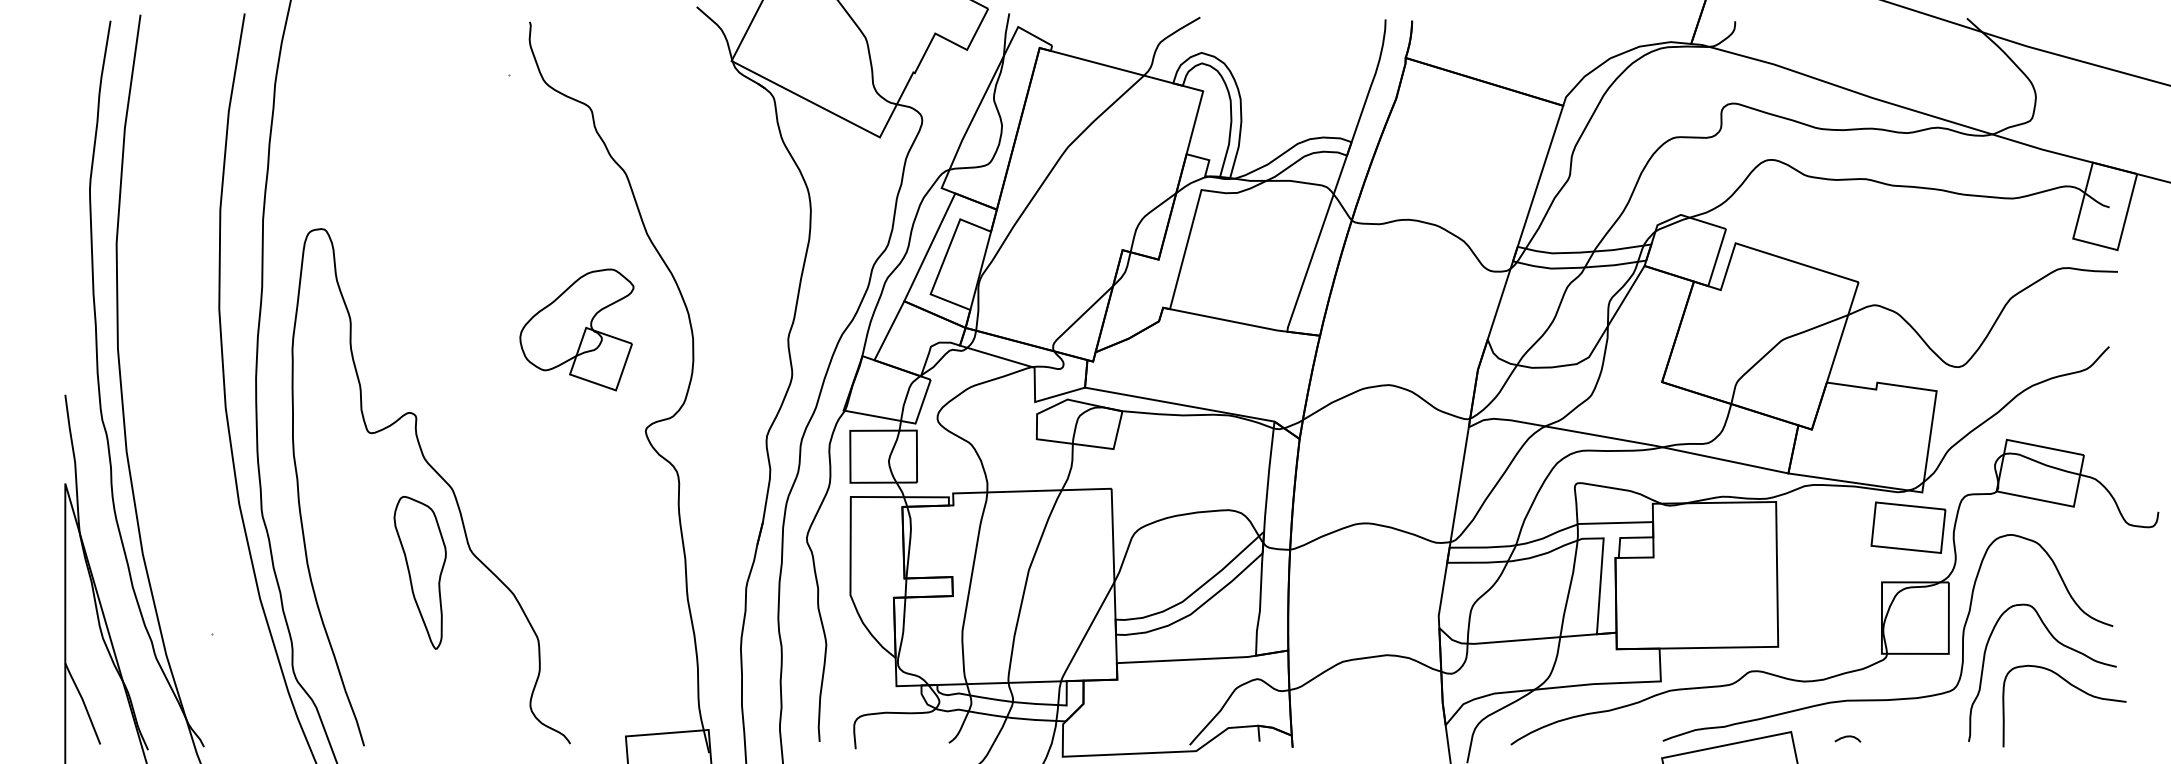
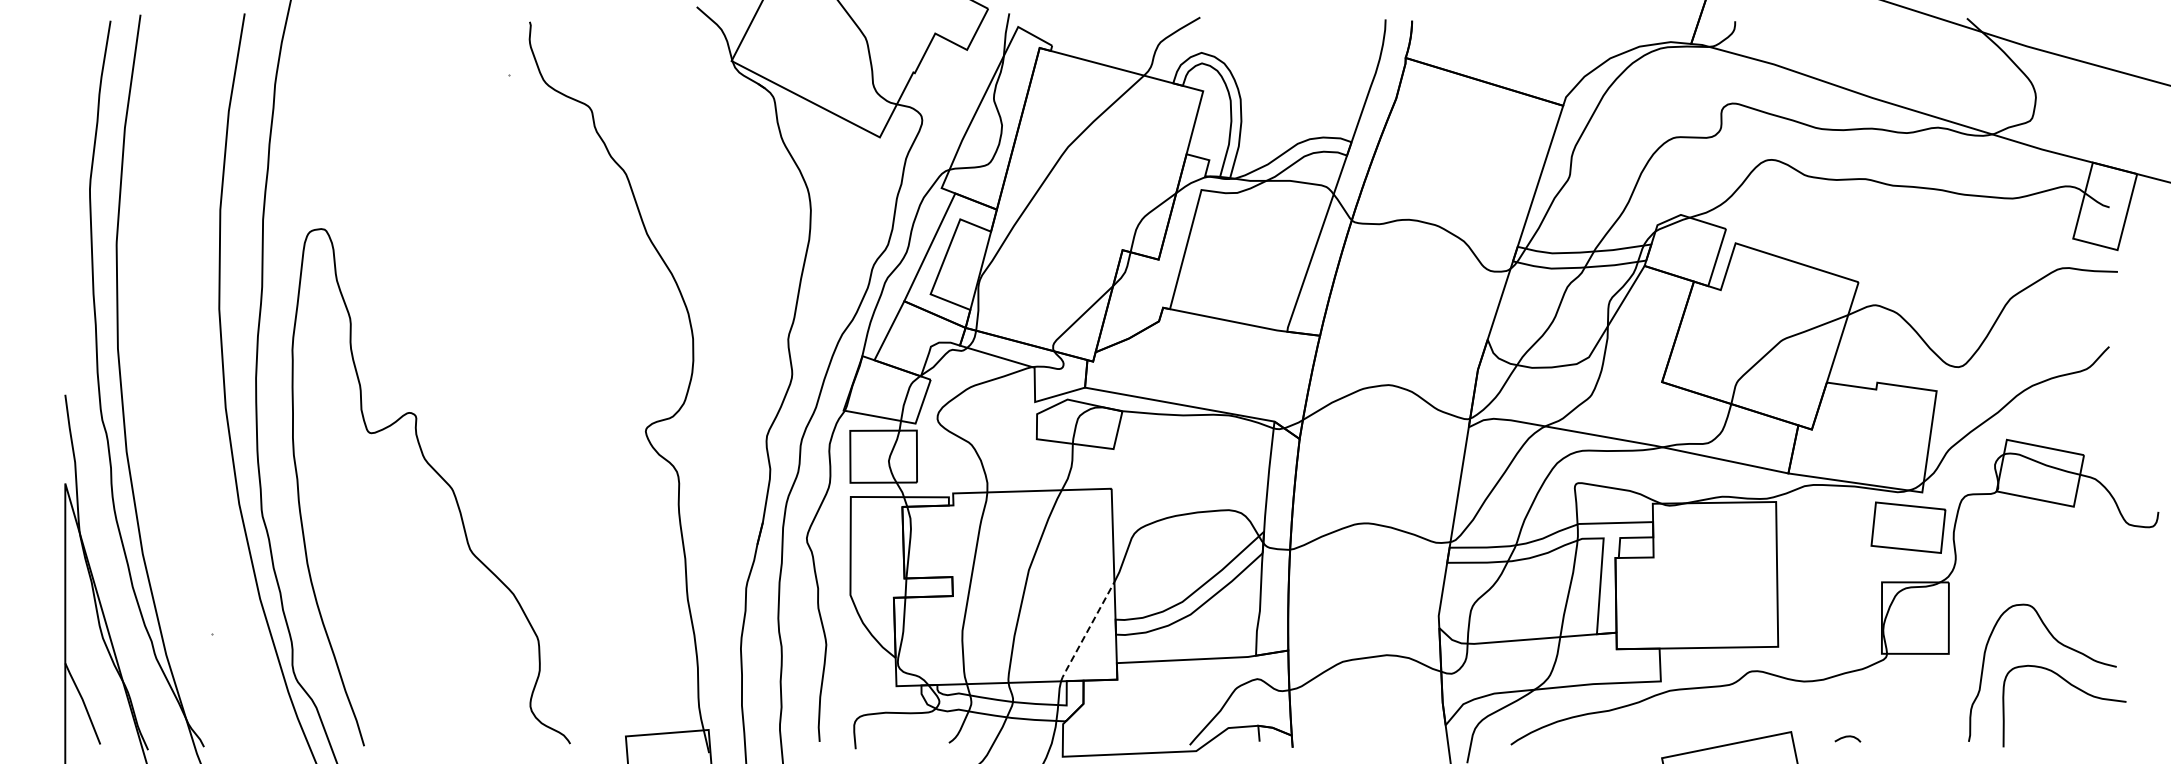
part at (576, 329): present -> none
part at (419, 572): present -> none
line at (1086, 632): solid -> dashed
curve at (1891, 698): present -> none
